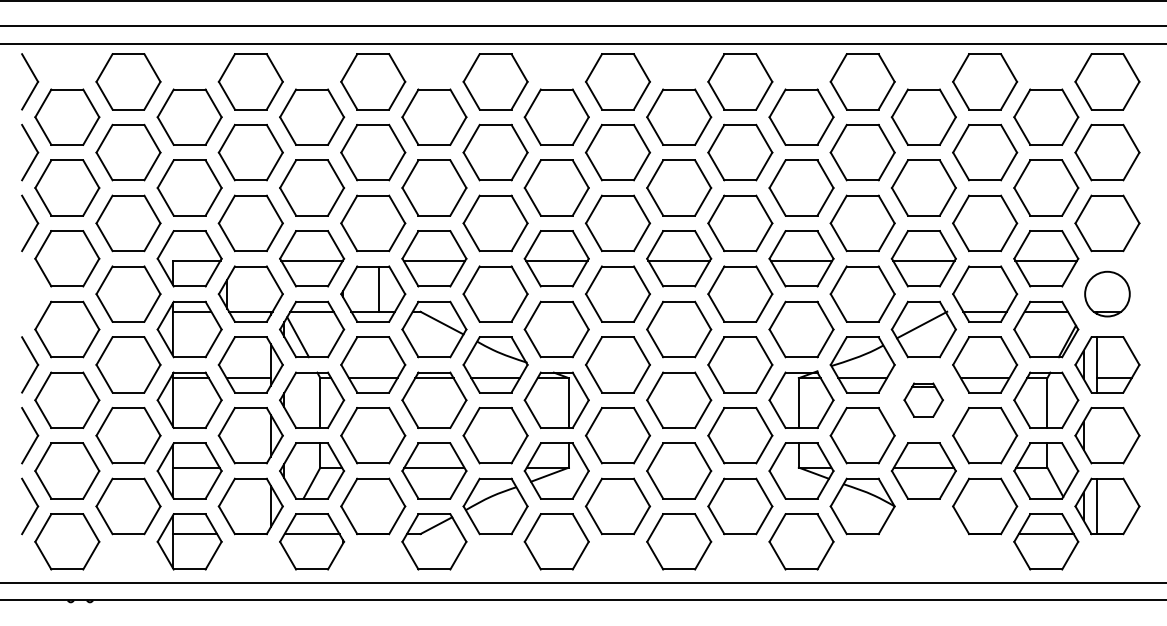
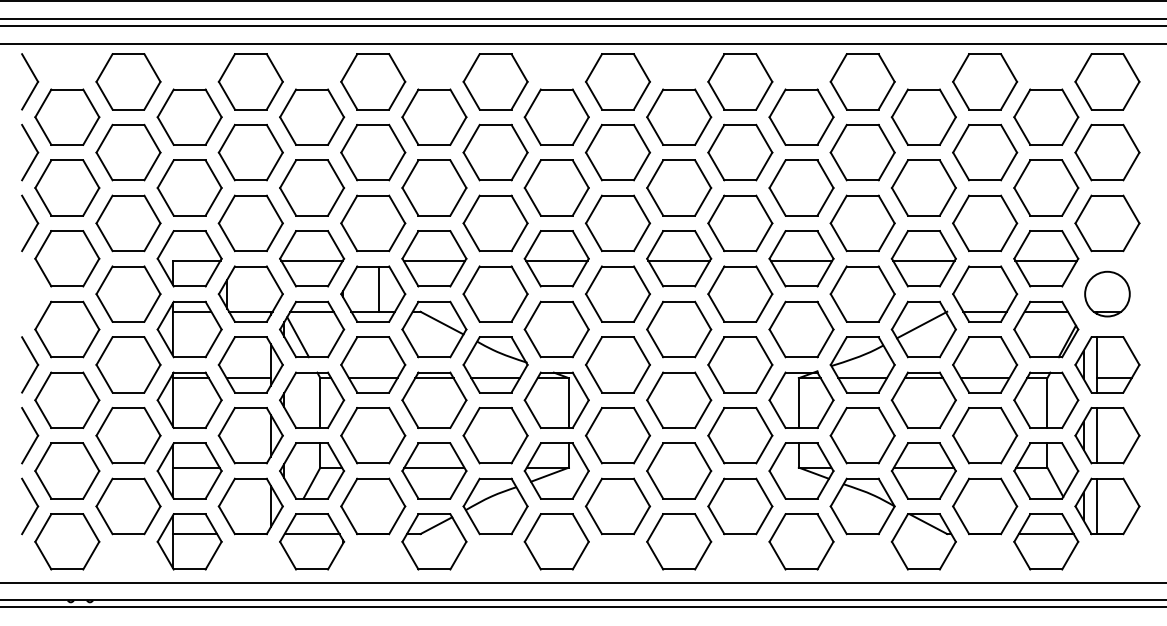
line at (582, 18): none -> present
part at (923, 399) size: 41x36 px -> 67x58 px
line at (1097, 435): none -> present
part at (923, 541): none -> present
line at (582, 607): none -> present
